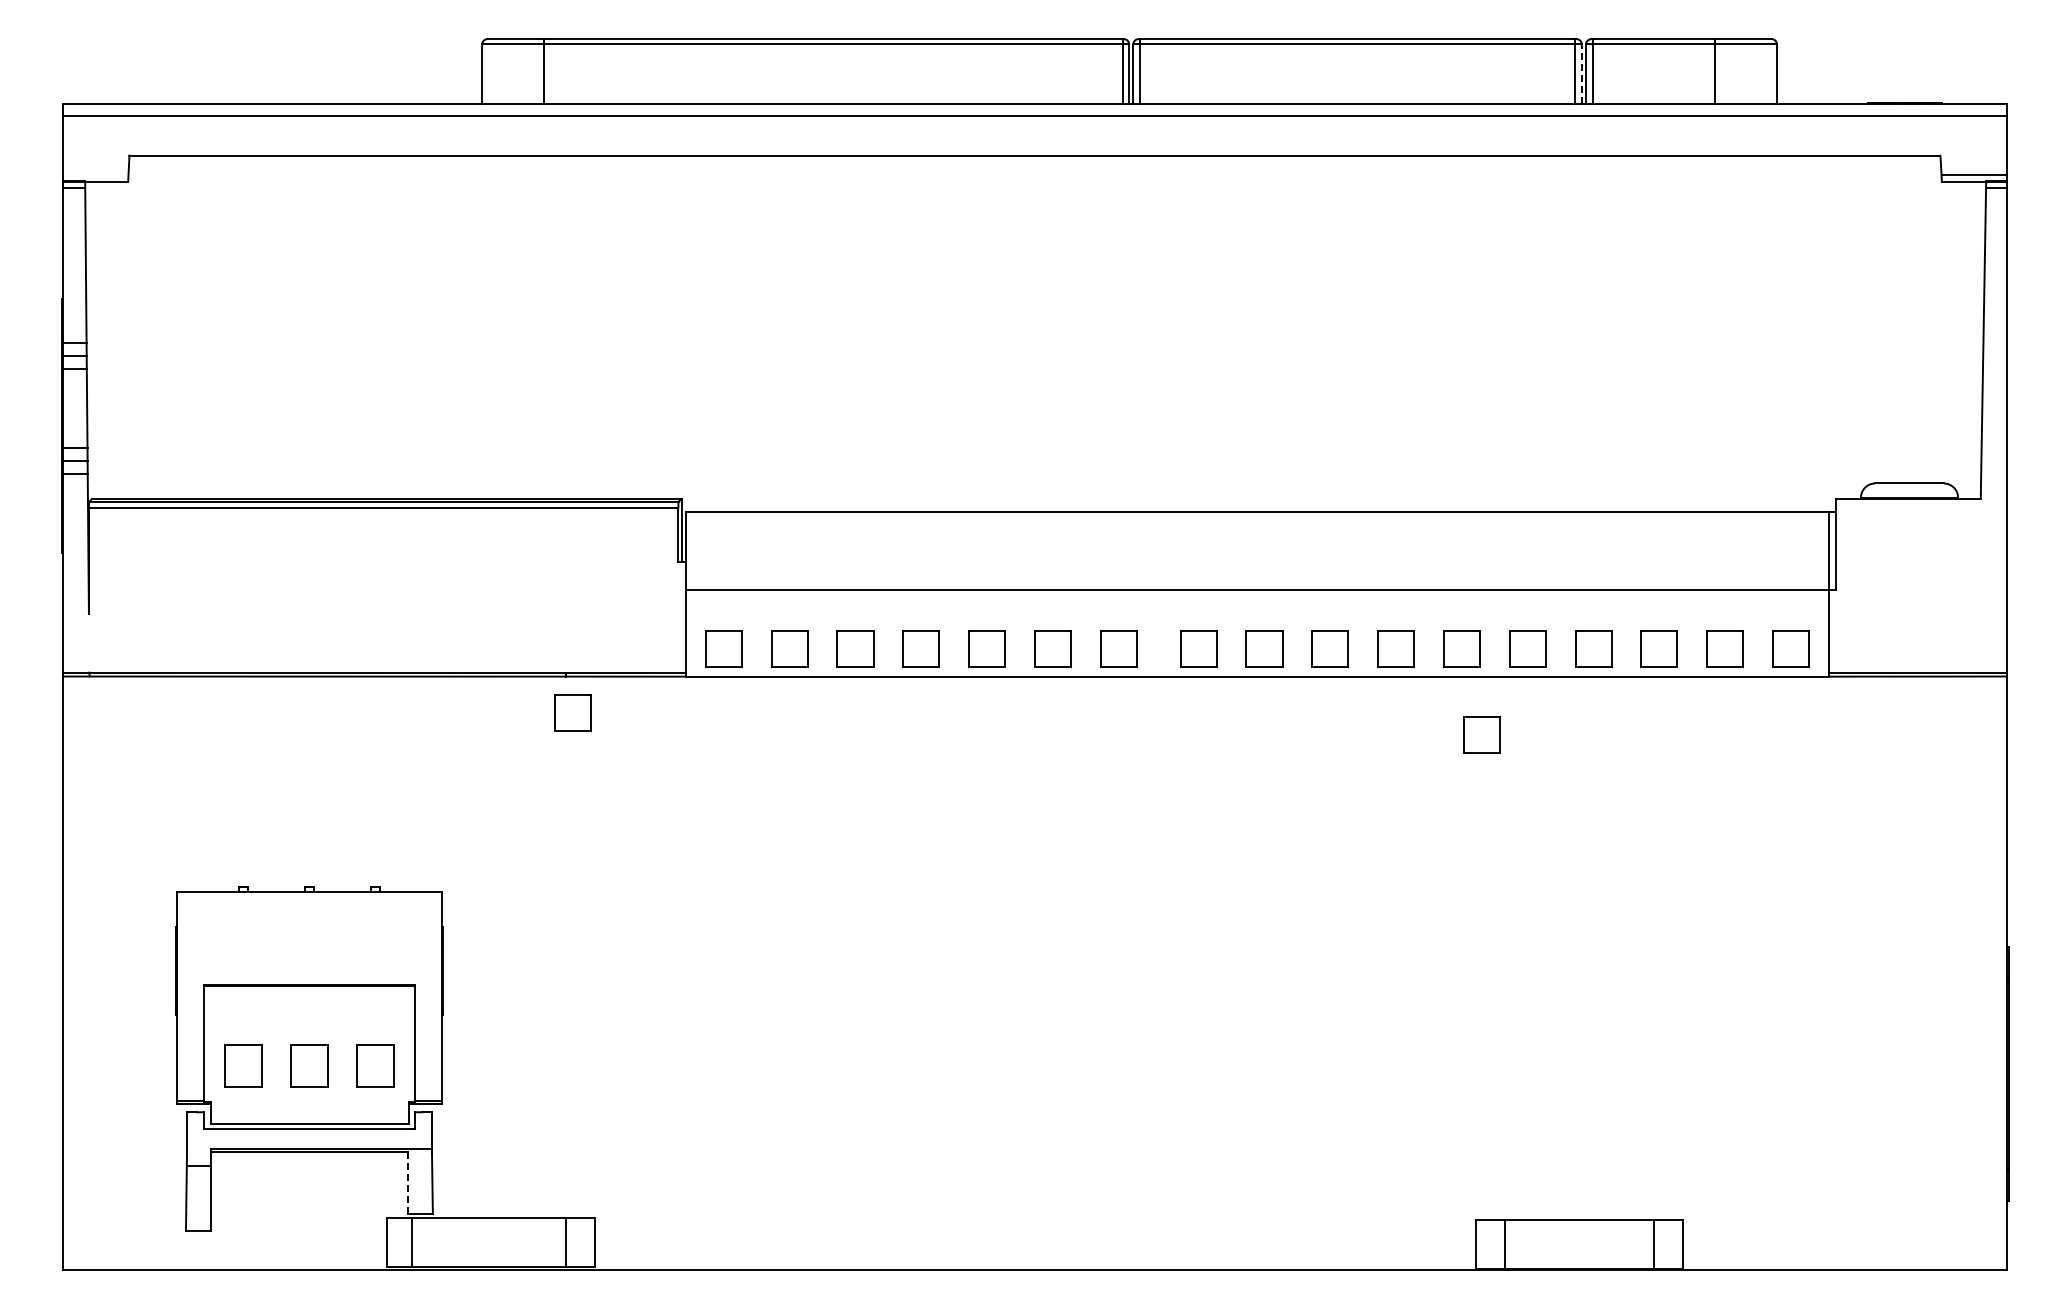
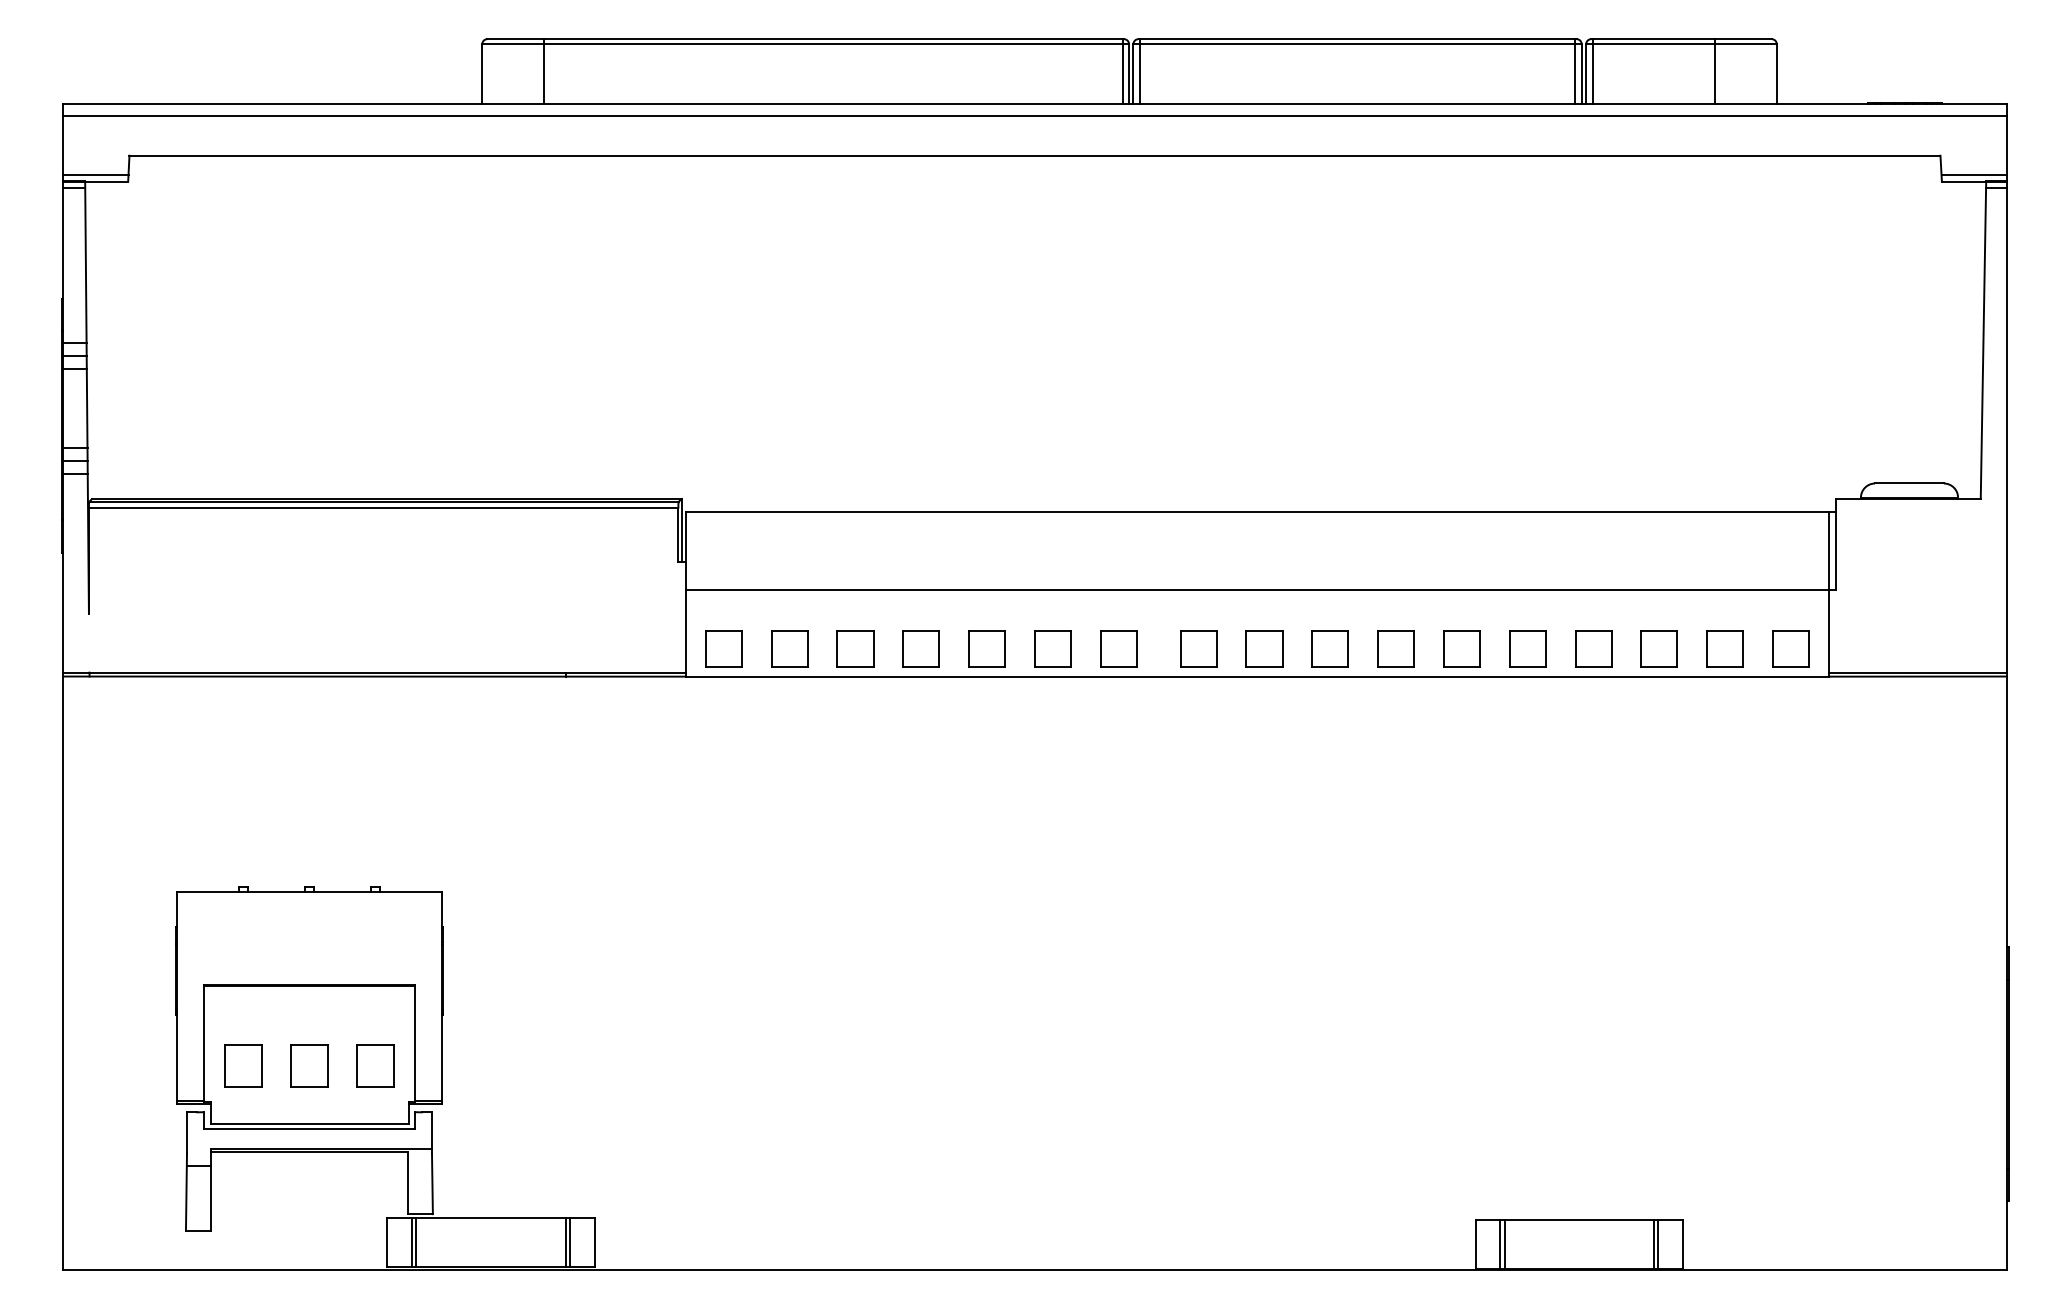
line at (1581, 74): dashed -> solid
line at (95, 174): none -> present
part at (572, 712): present -> none
part at (1481, 734): present -> none
line at (408, 1183): dashed -> solid
line at (416, 1242): none -> present
line at (570, 1242): none -> present
line at (1499, 1244): none -> present
line at (1658, 1244): none -> present
